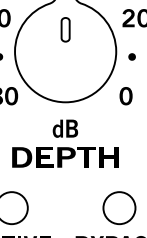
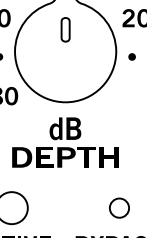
part at (125, 96): present -> none
part at (65, 128) size: 27x19 px -> 33x24 px
circle at (119, 208) diameter: 32 px -> 19 px
